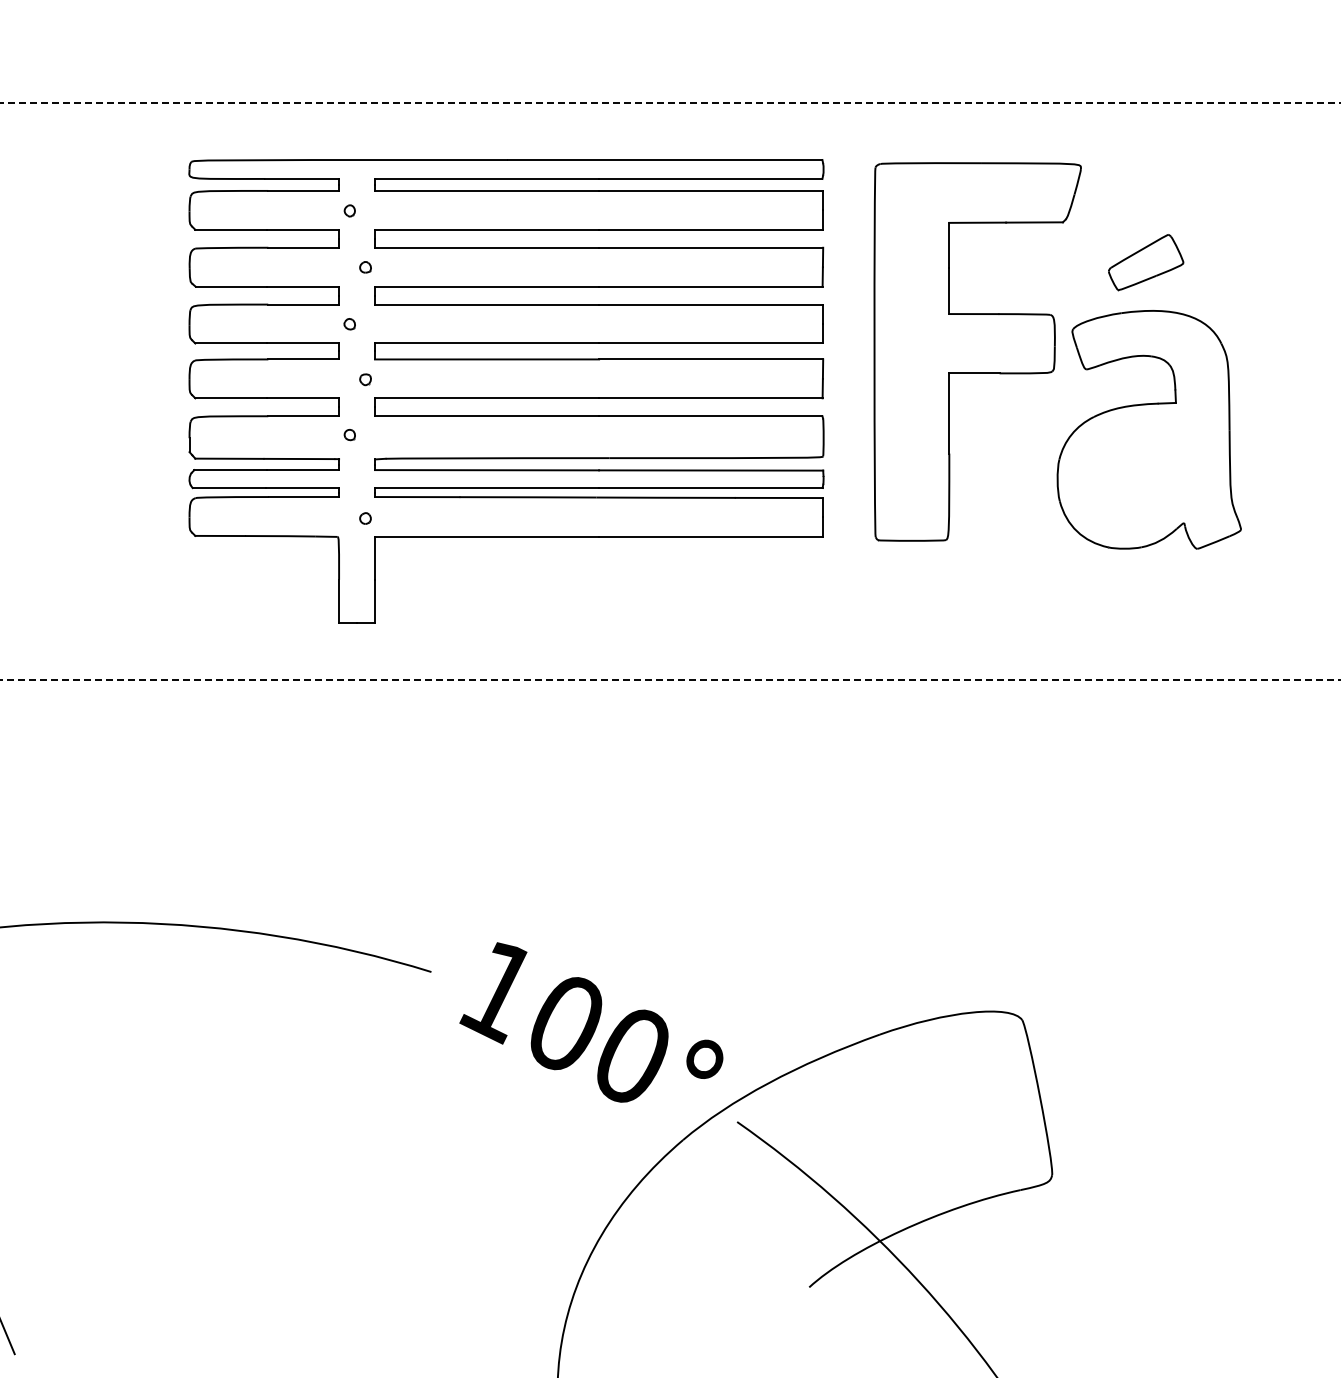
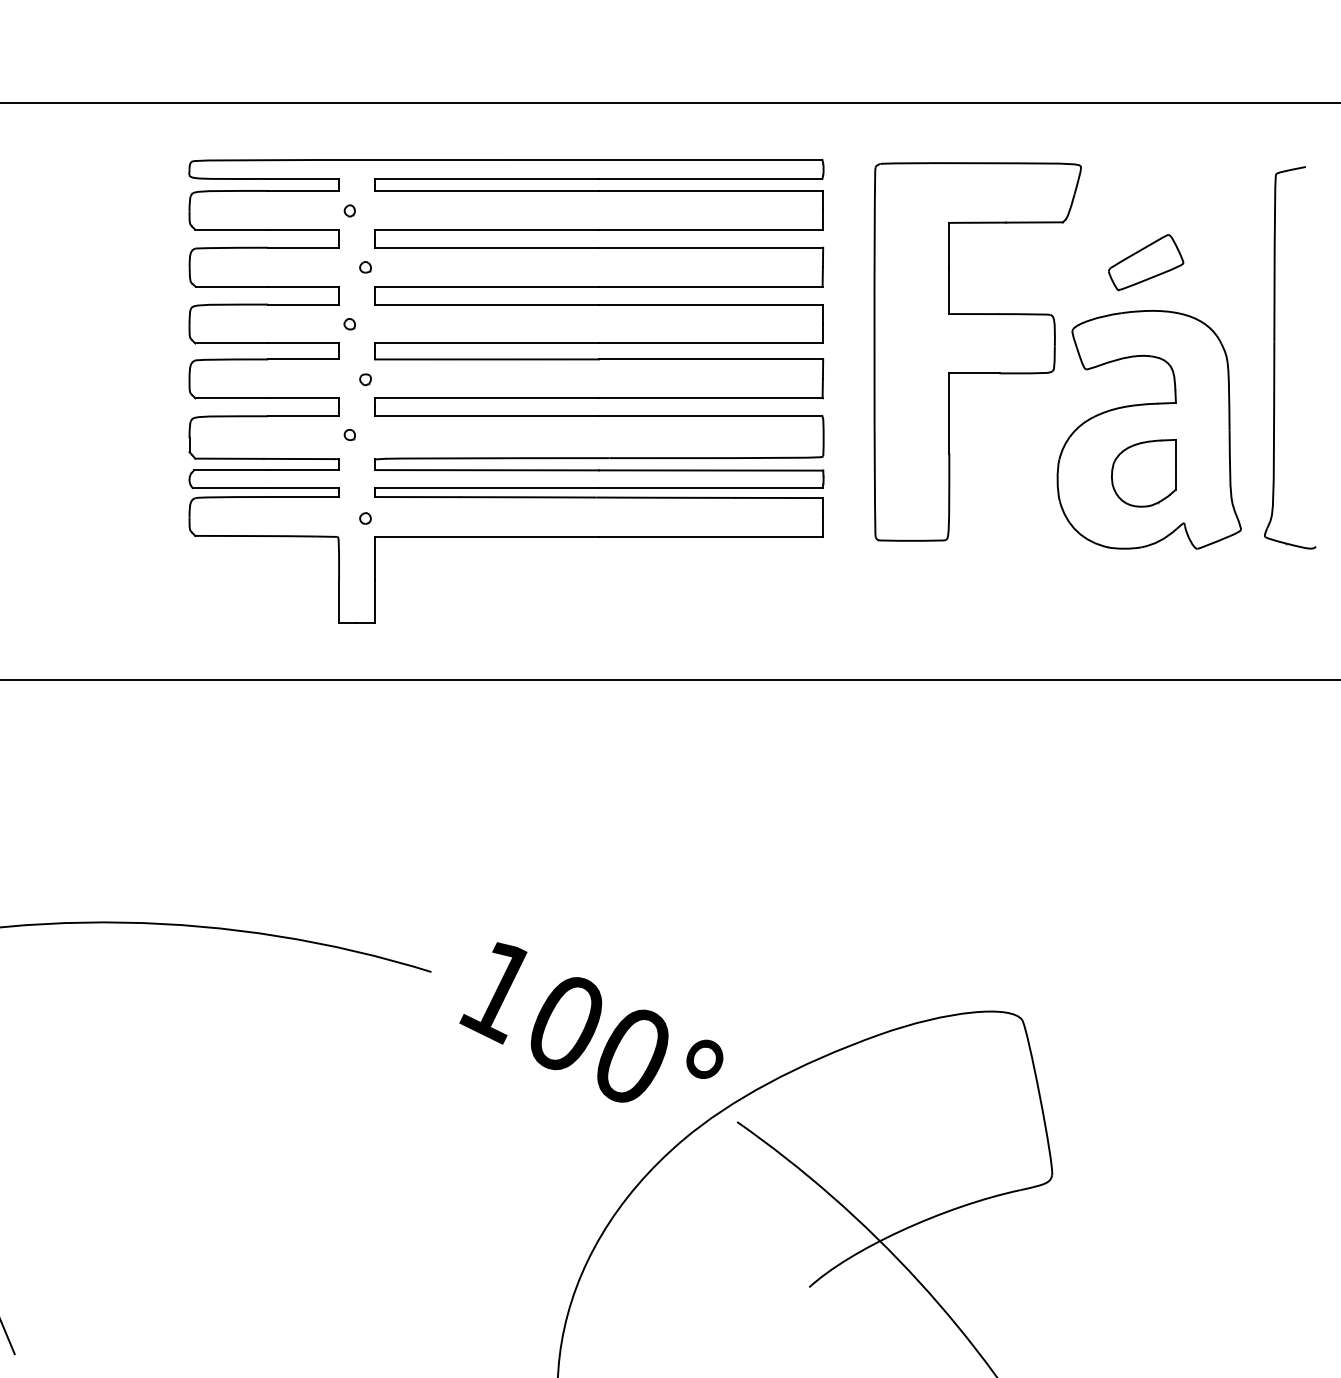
line at (671, 102): dashed -> solid
part at (1275, 357): none -> present
part at (1143, 473): none -> present
line at (670, 680): dashed -> solid
